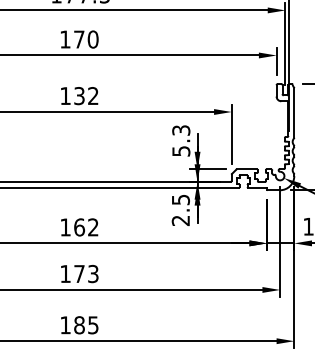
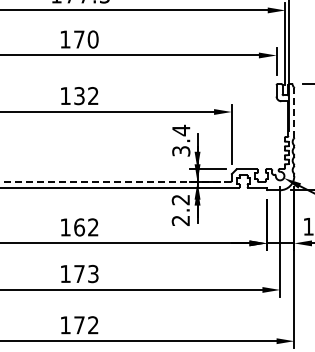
line at (294, 112): solid -> dashed
text at (181, 140): 5.3 -> 3.4
line at (114, 181): solid -> dashed
text at (180, 200): 2.5 -> 2.2
text at (86, 325): 185 -> 172
